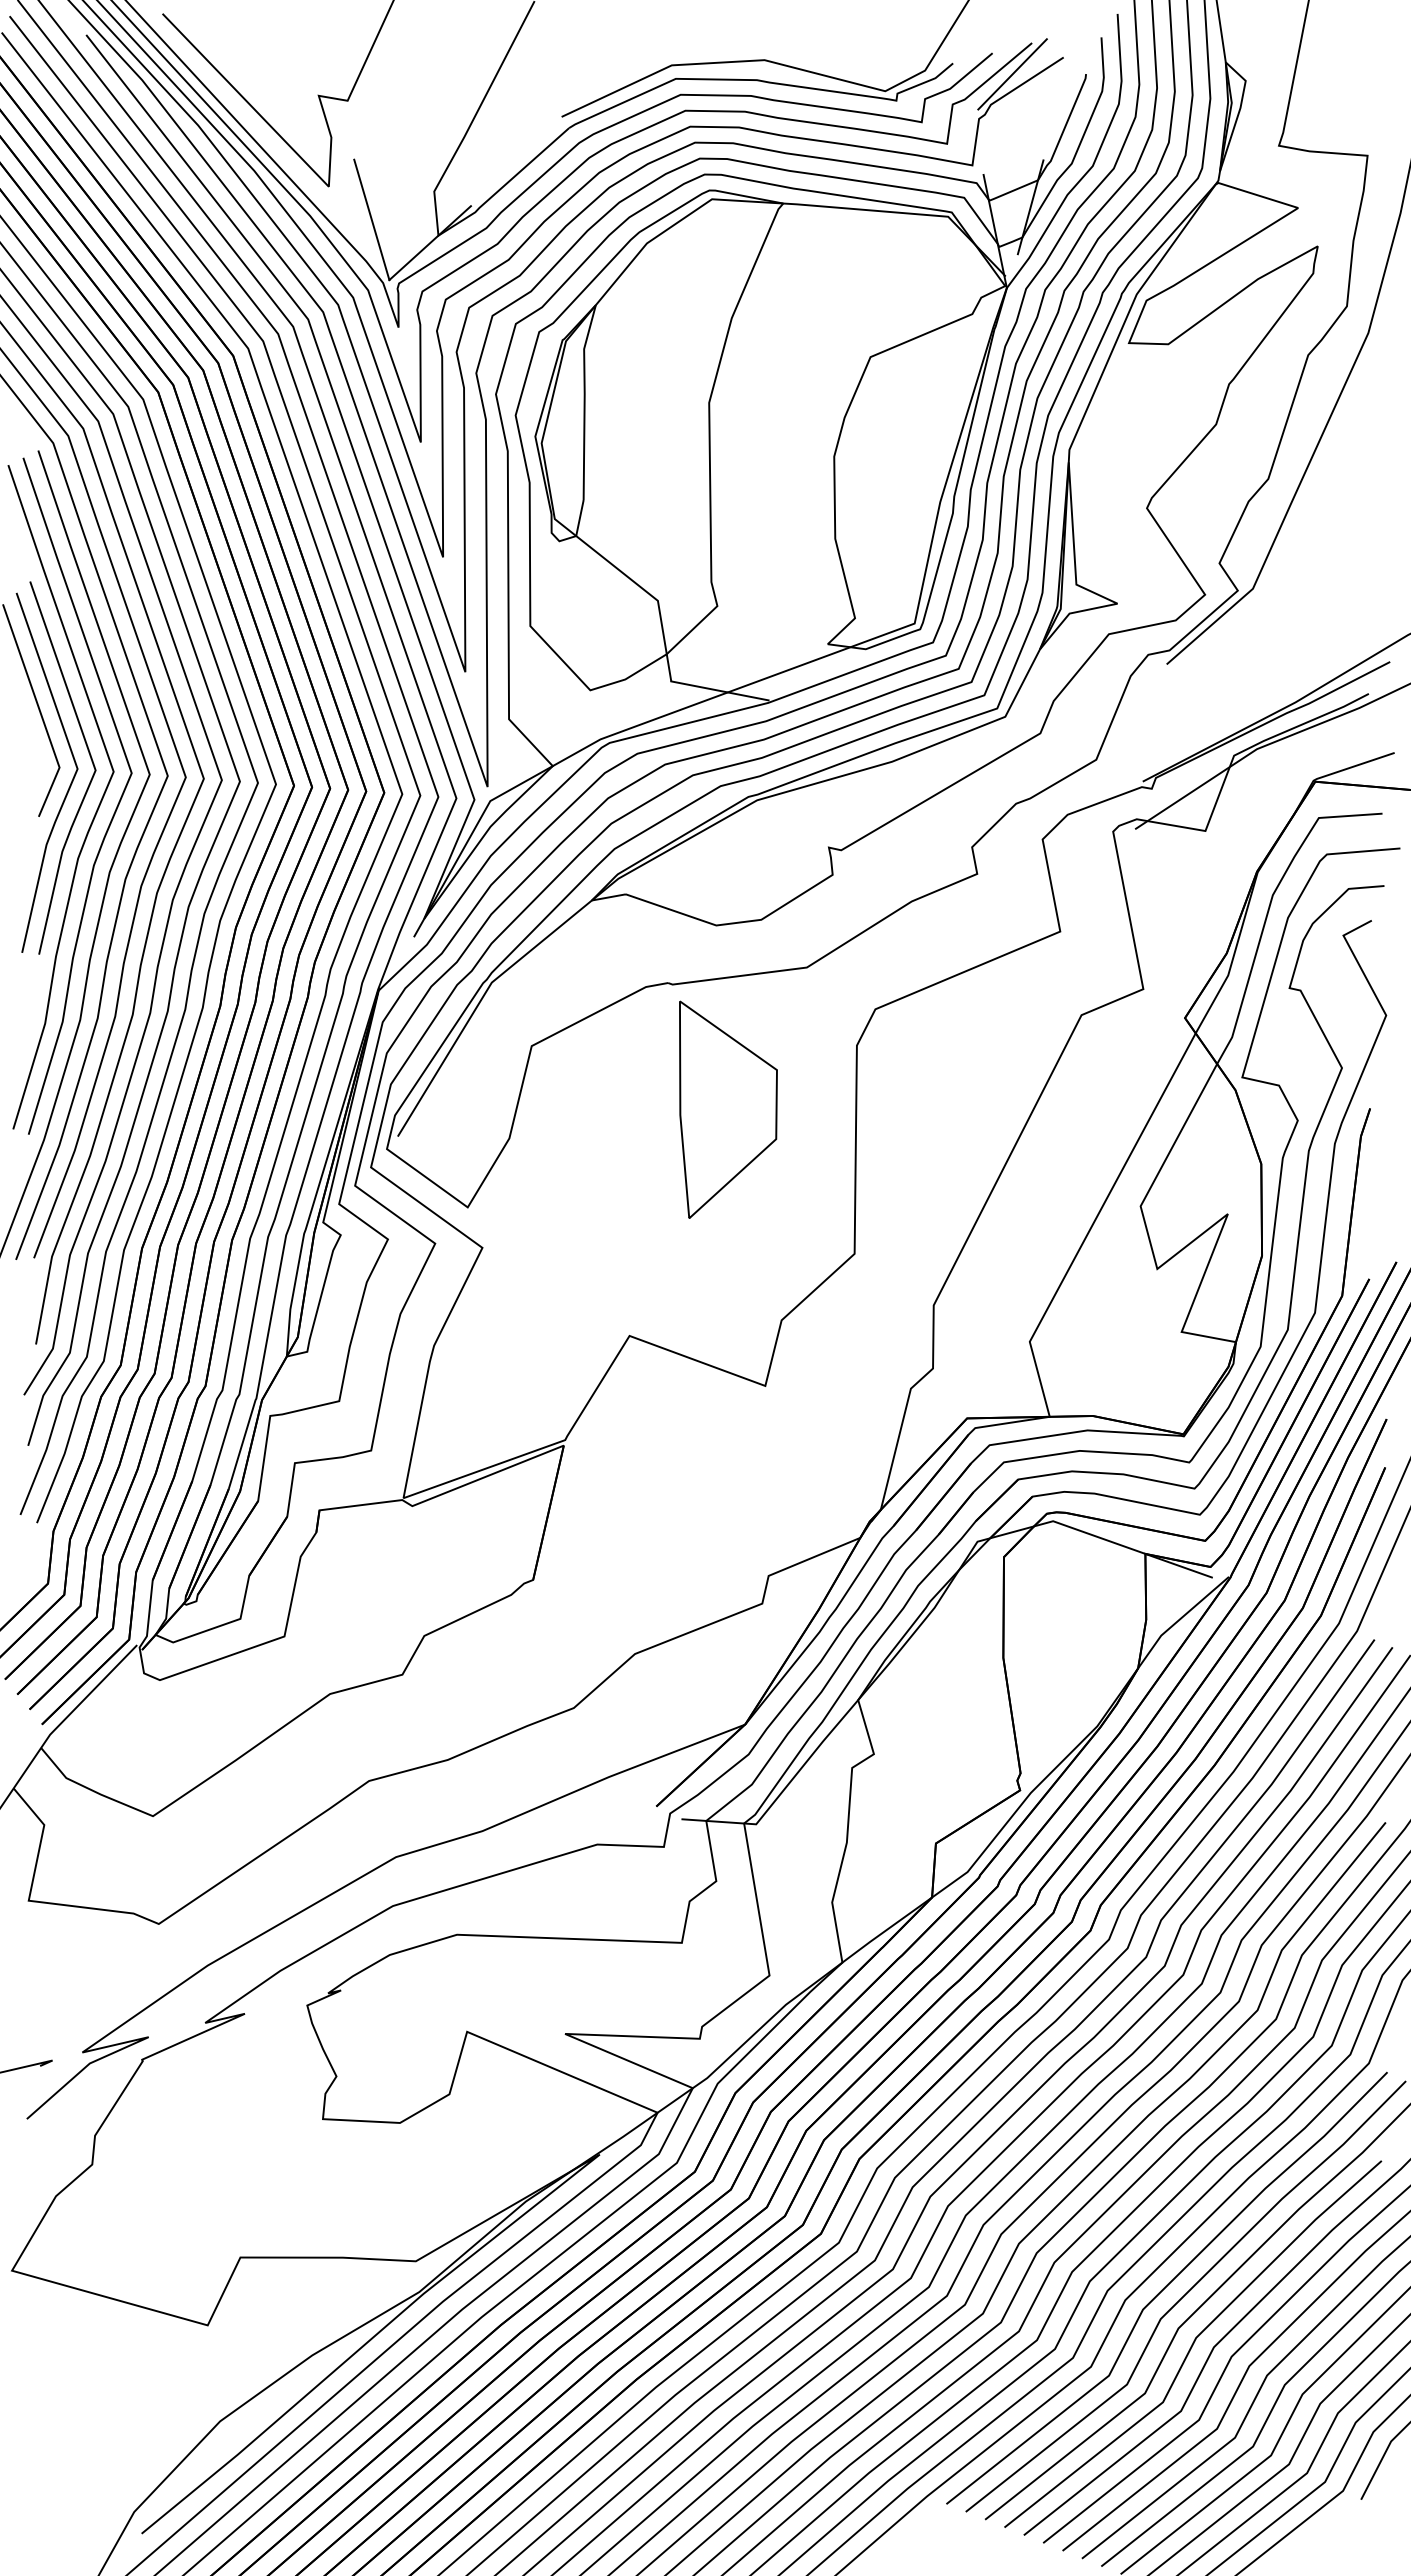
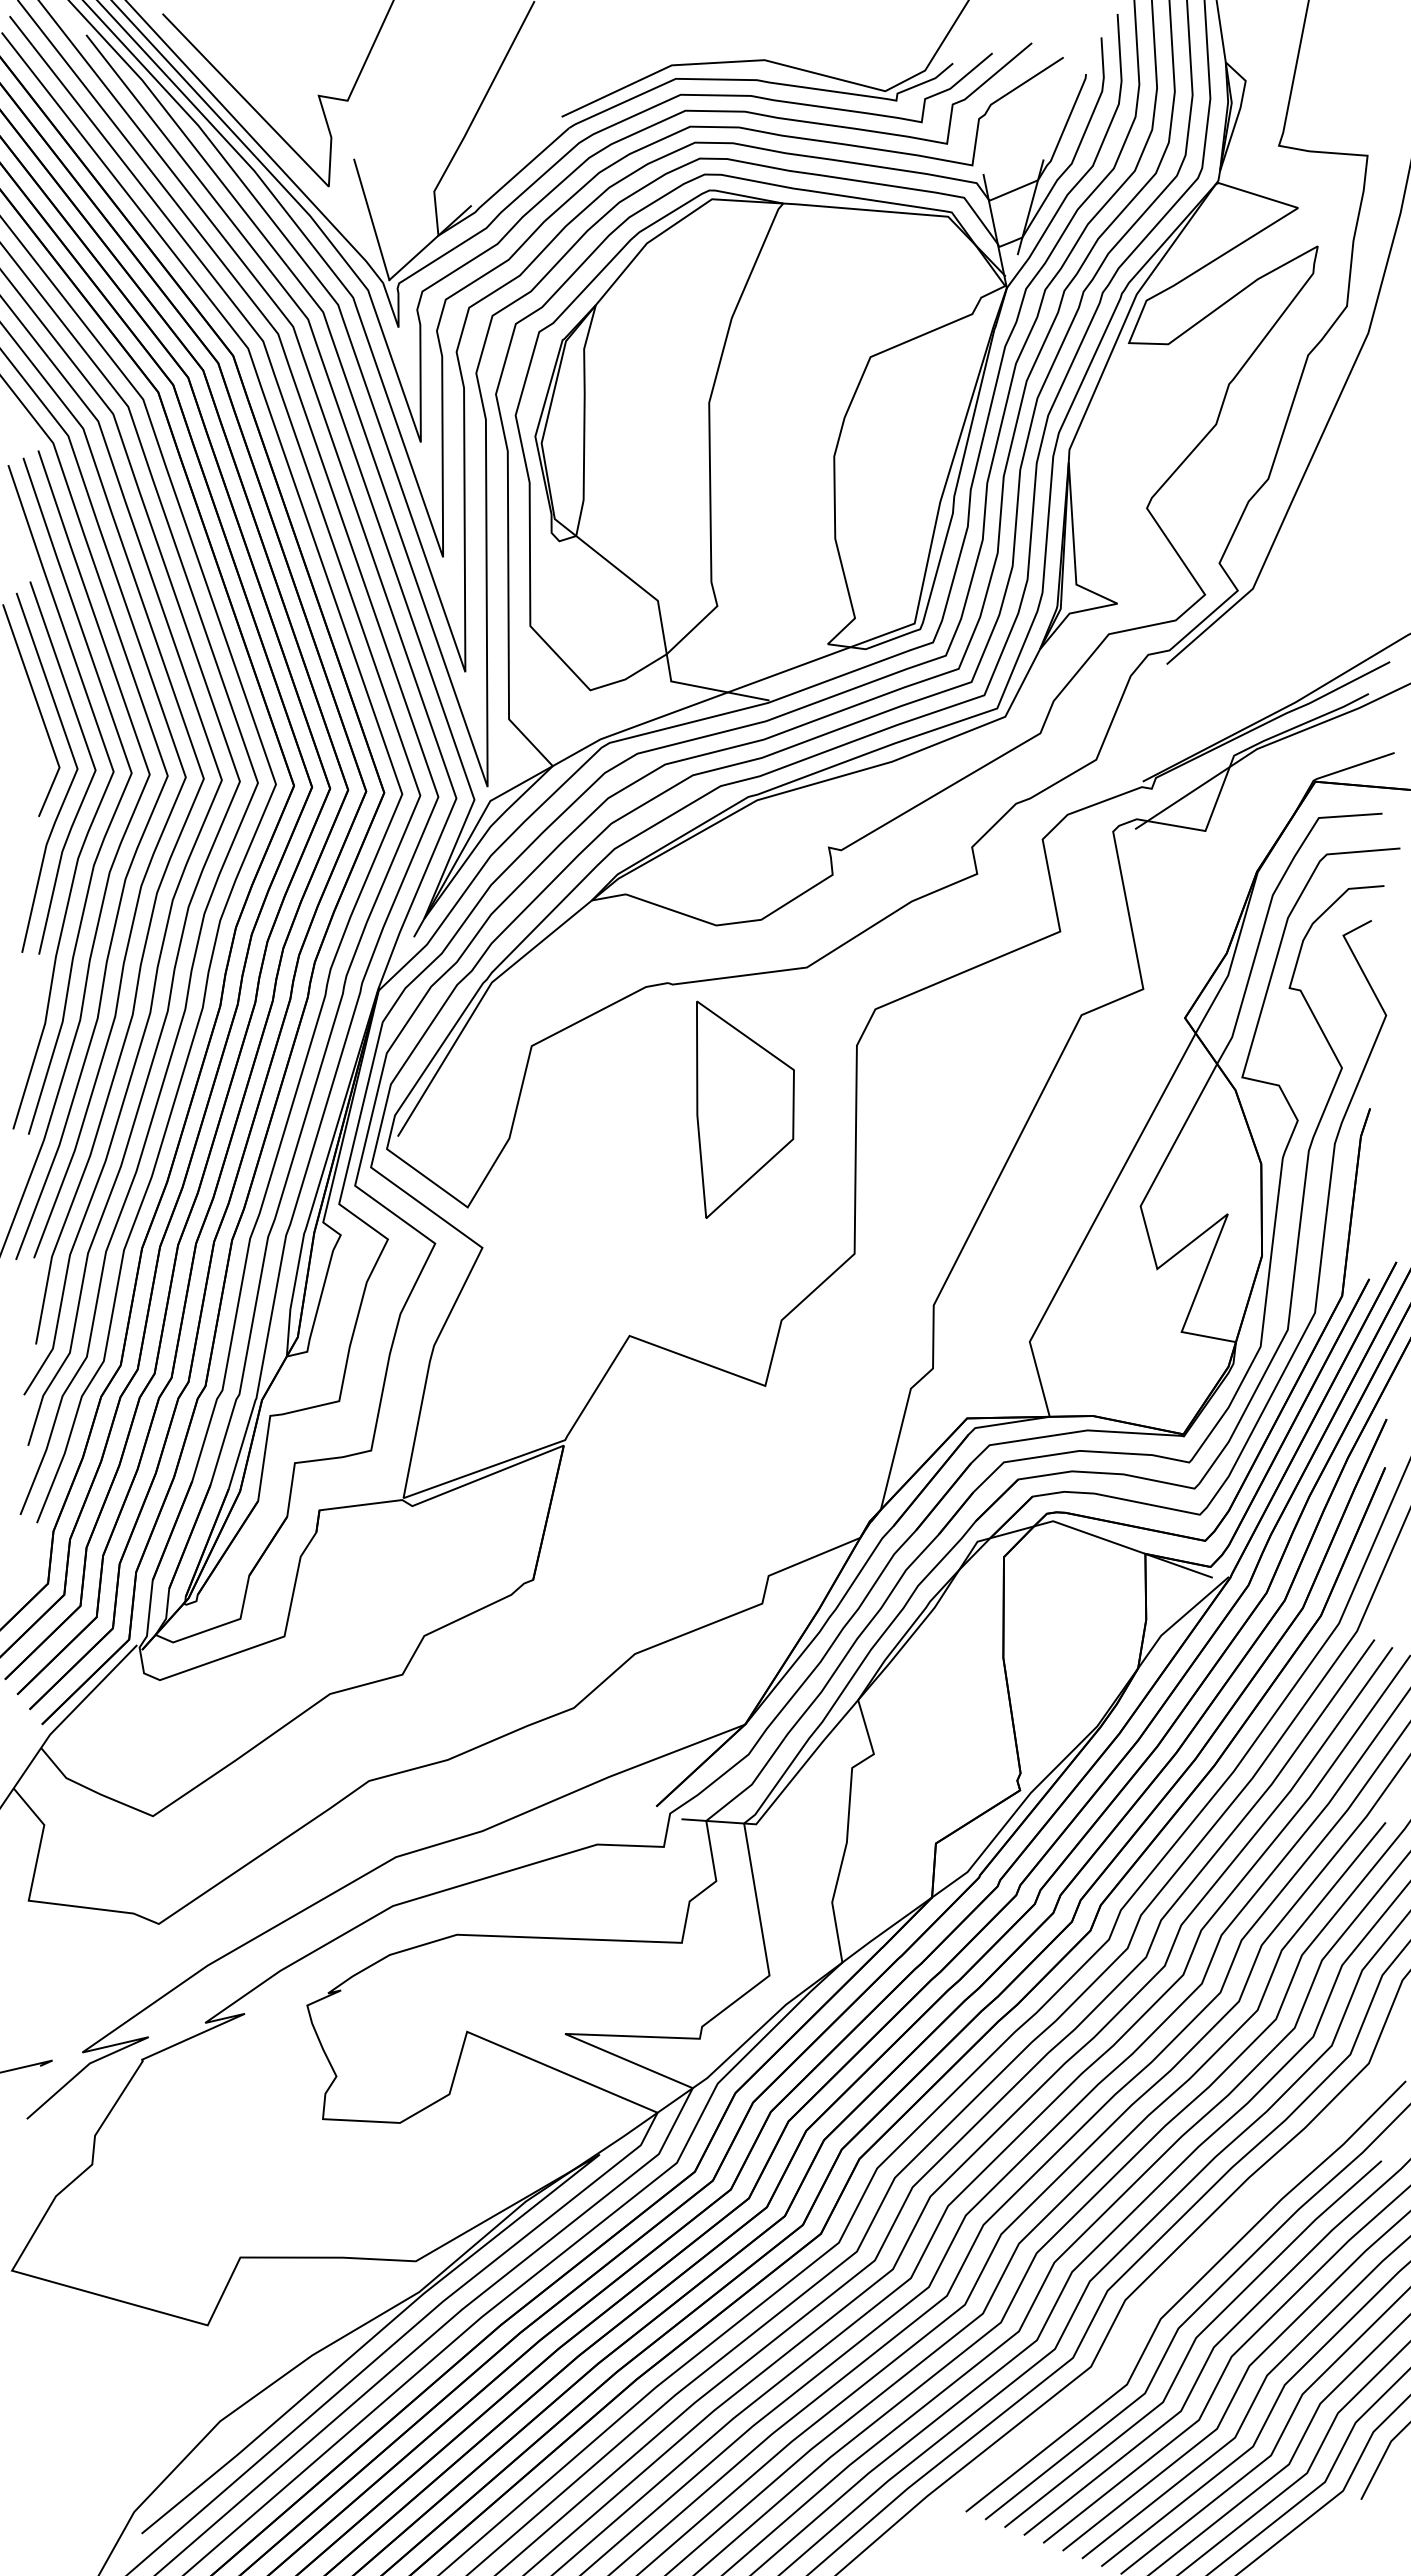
line at (1012, 74): present -> none
part at (728, 1109) position: (728, 1109) -> (745, 1109)
curve at (1166, 2287): present -> none
